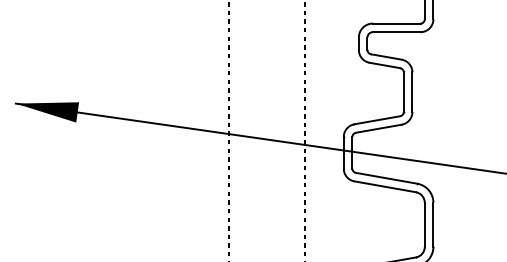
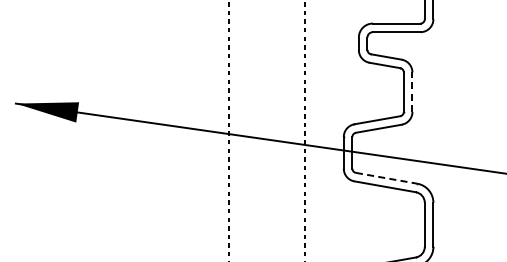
line at (412, 92): solid -> dashed
line at (387, 178): solid -> dashed
